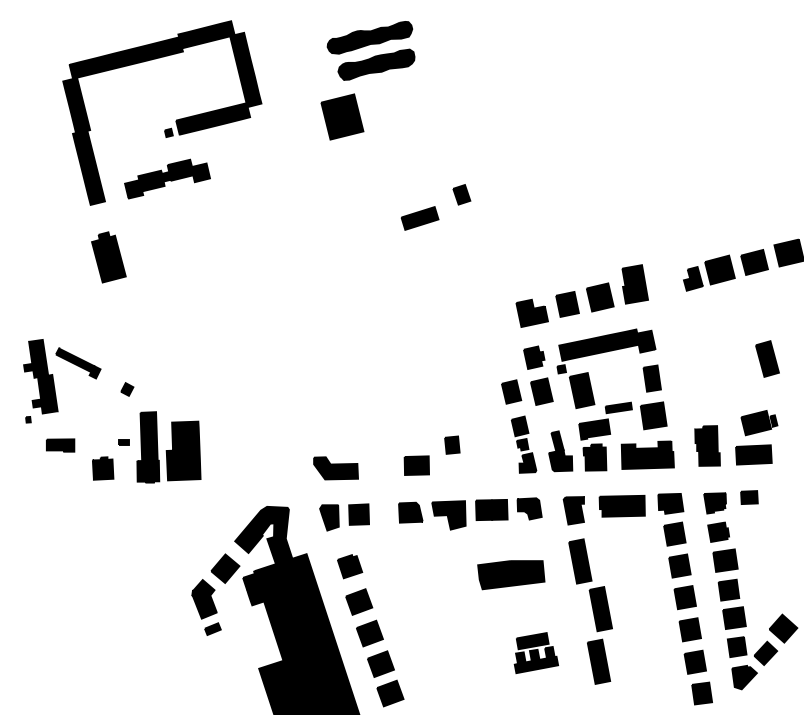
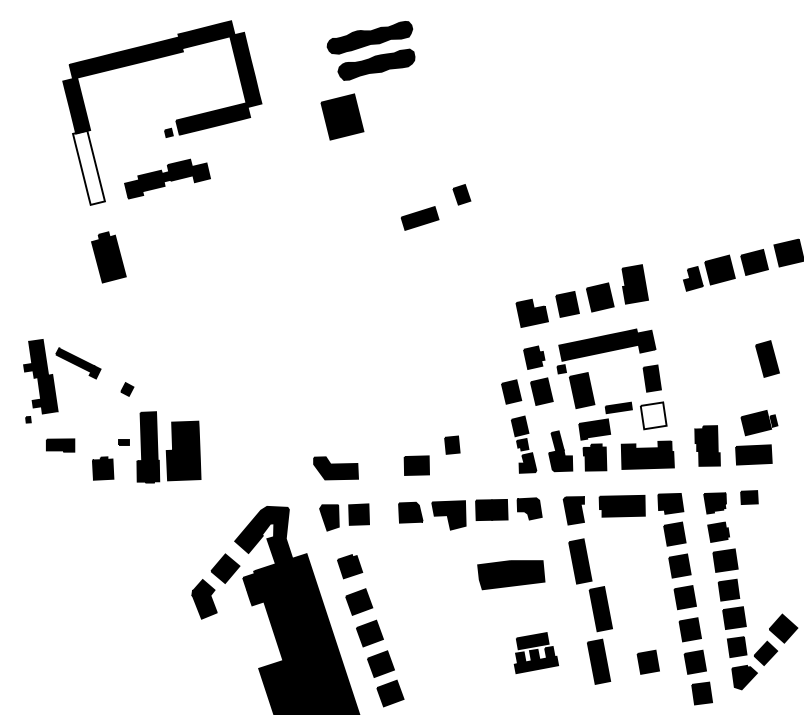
fill at (88, 167): present -> none
fill at (653, 415): present -> none
part at (212, 628): present -> none
part at (647, 661): none -> present
